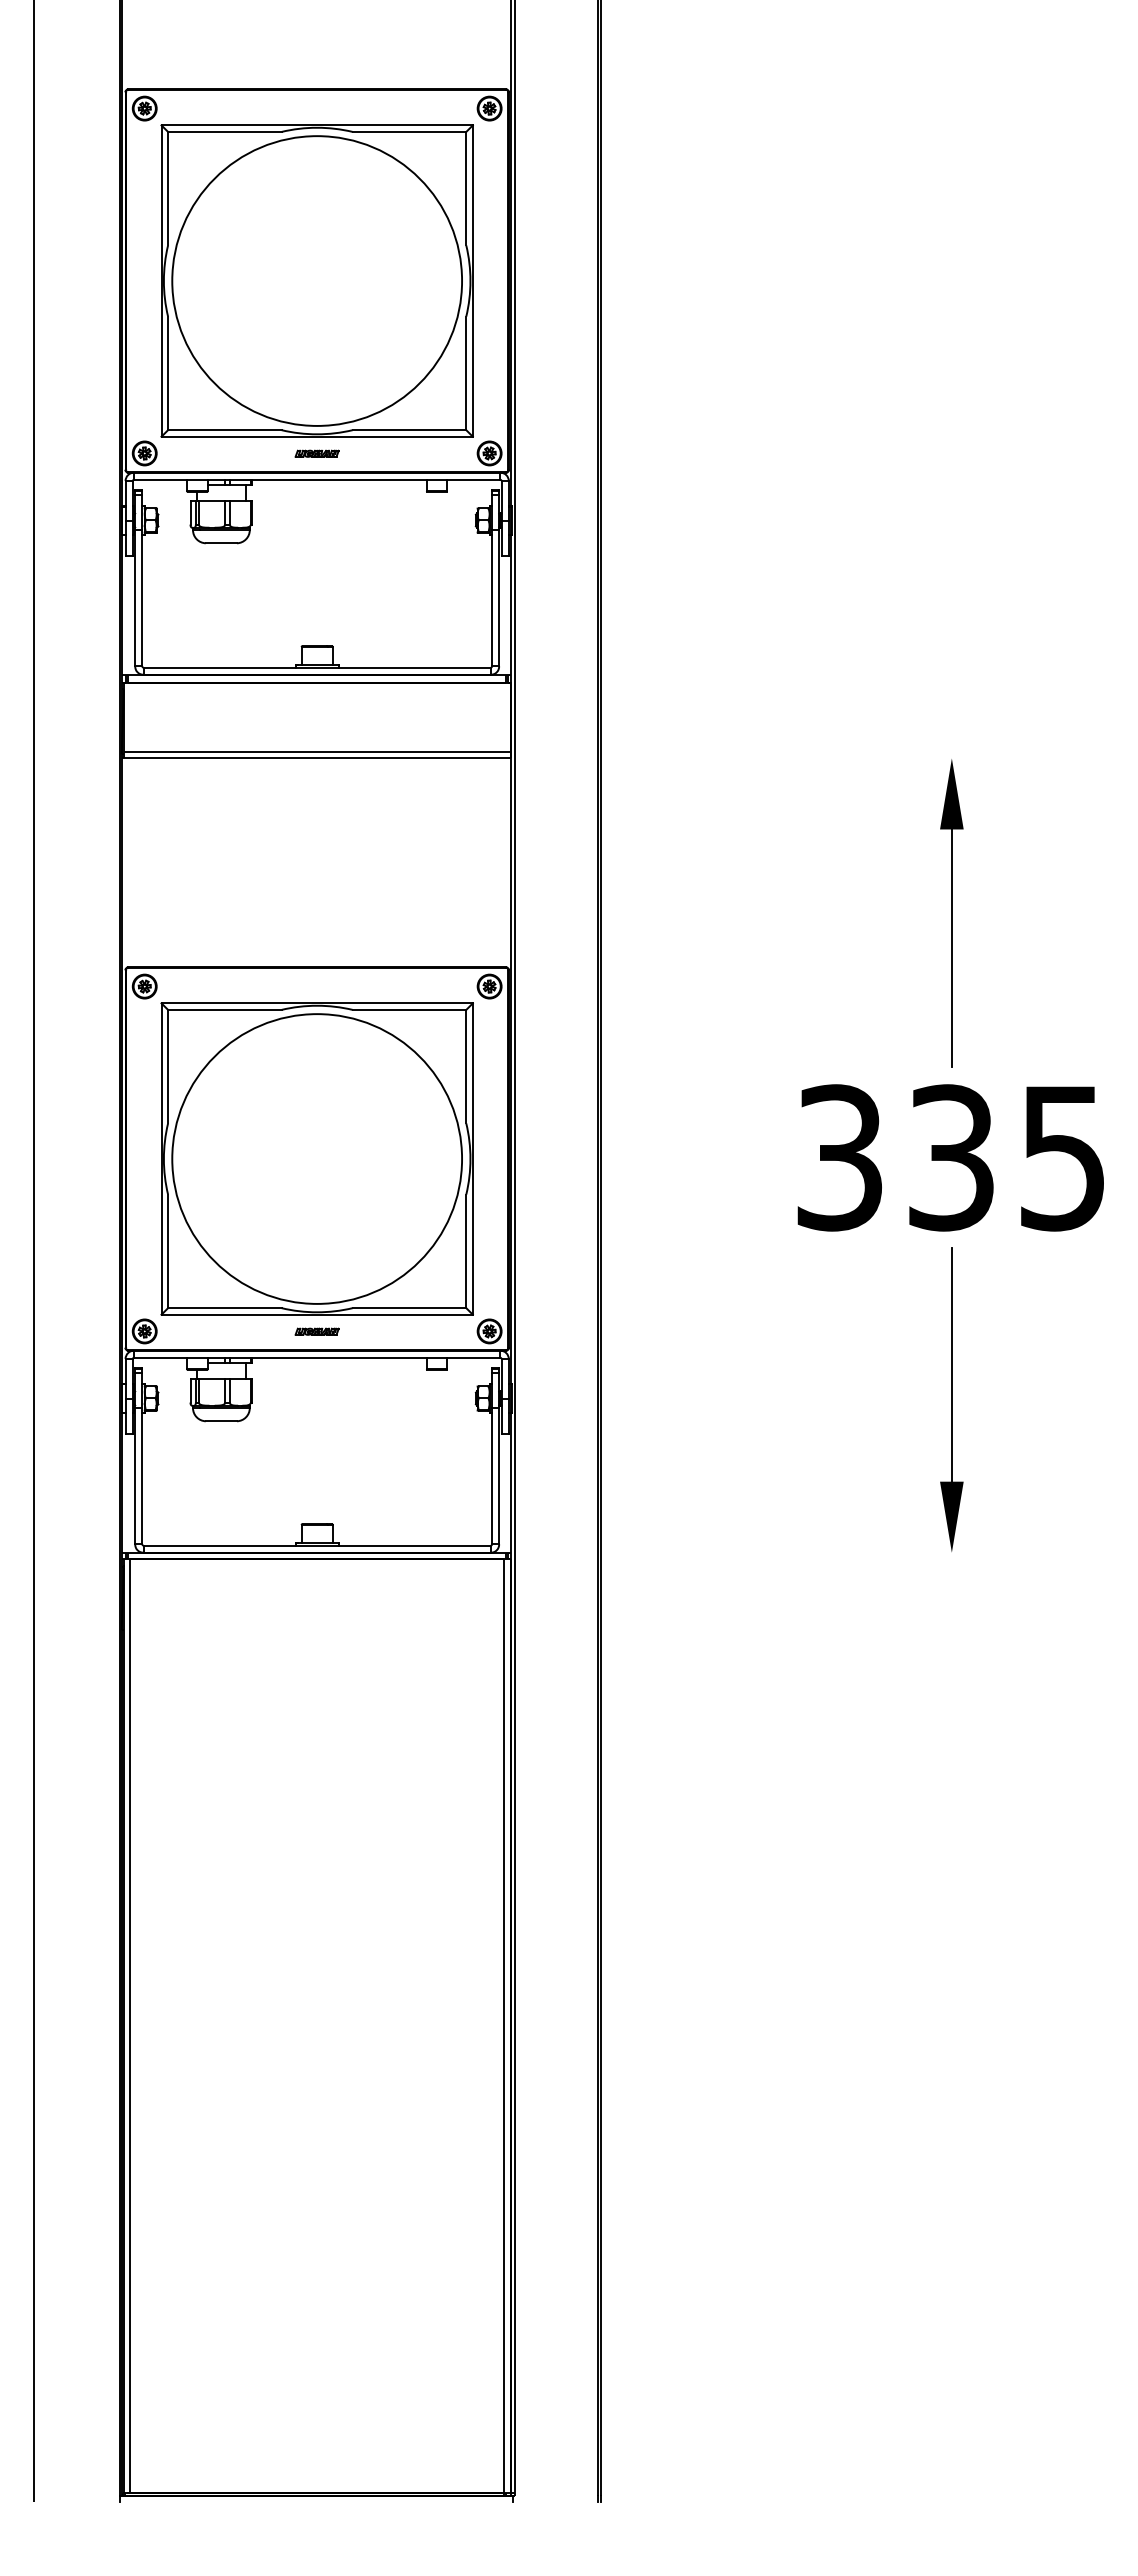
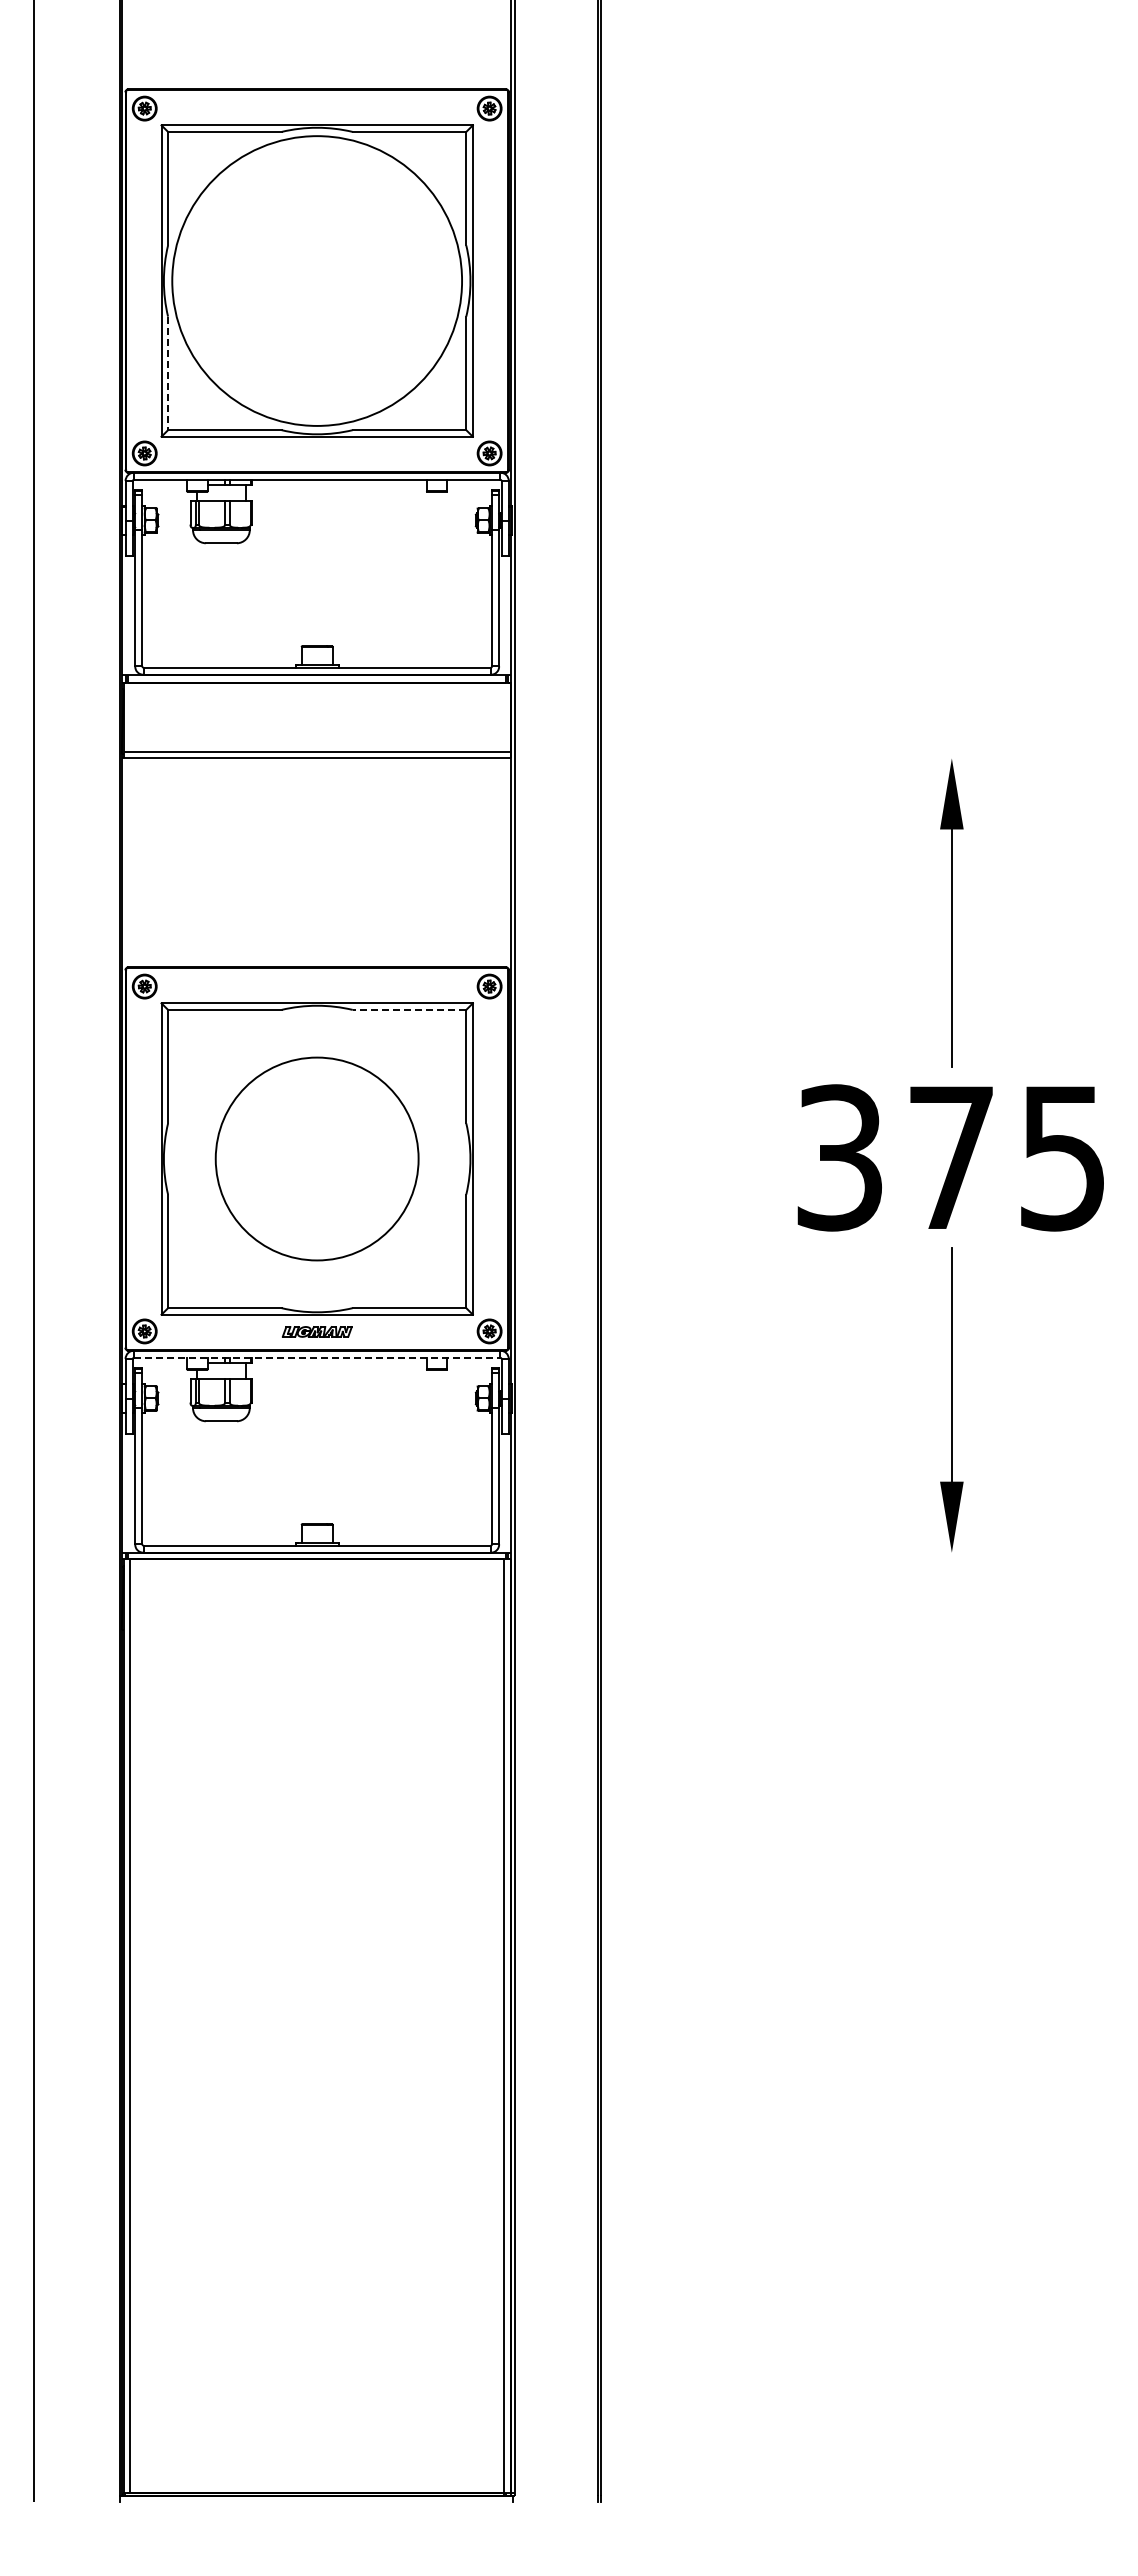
line at (168, 373): solid -> dashed
part at (316, 453): present -> none
line at (409, 1009): solid -> dashed
text at (951, 1157): 335 -> 375
circle at (317, 1158) diameter: 290 px -> 203 px
part at (316, 1331) size: 46x9 px -> 72x12 px
line at (317, 1357): solid -> dashed
